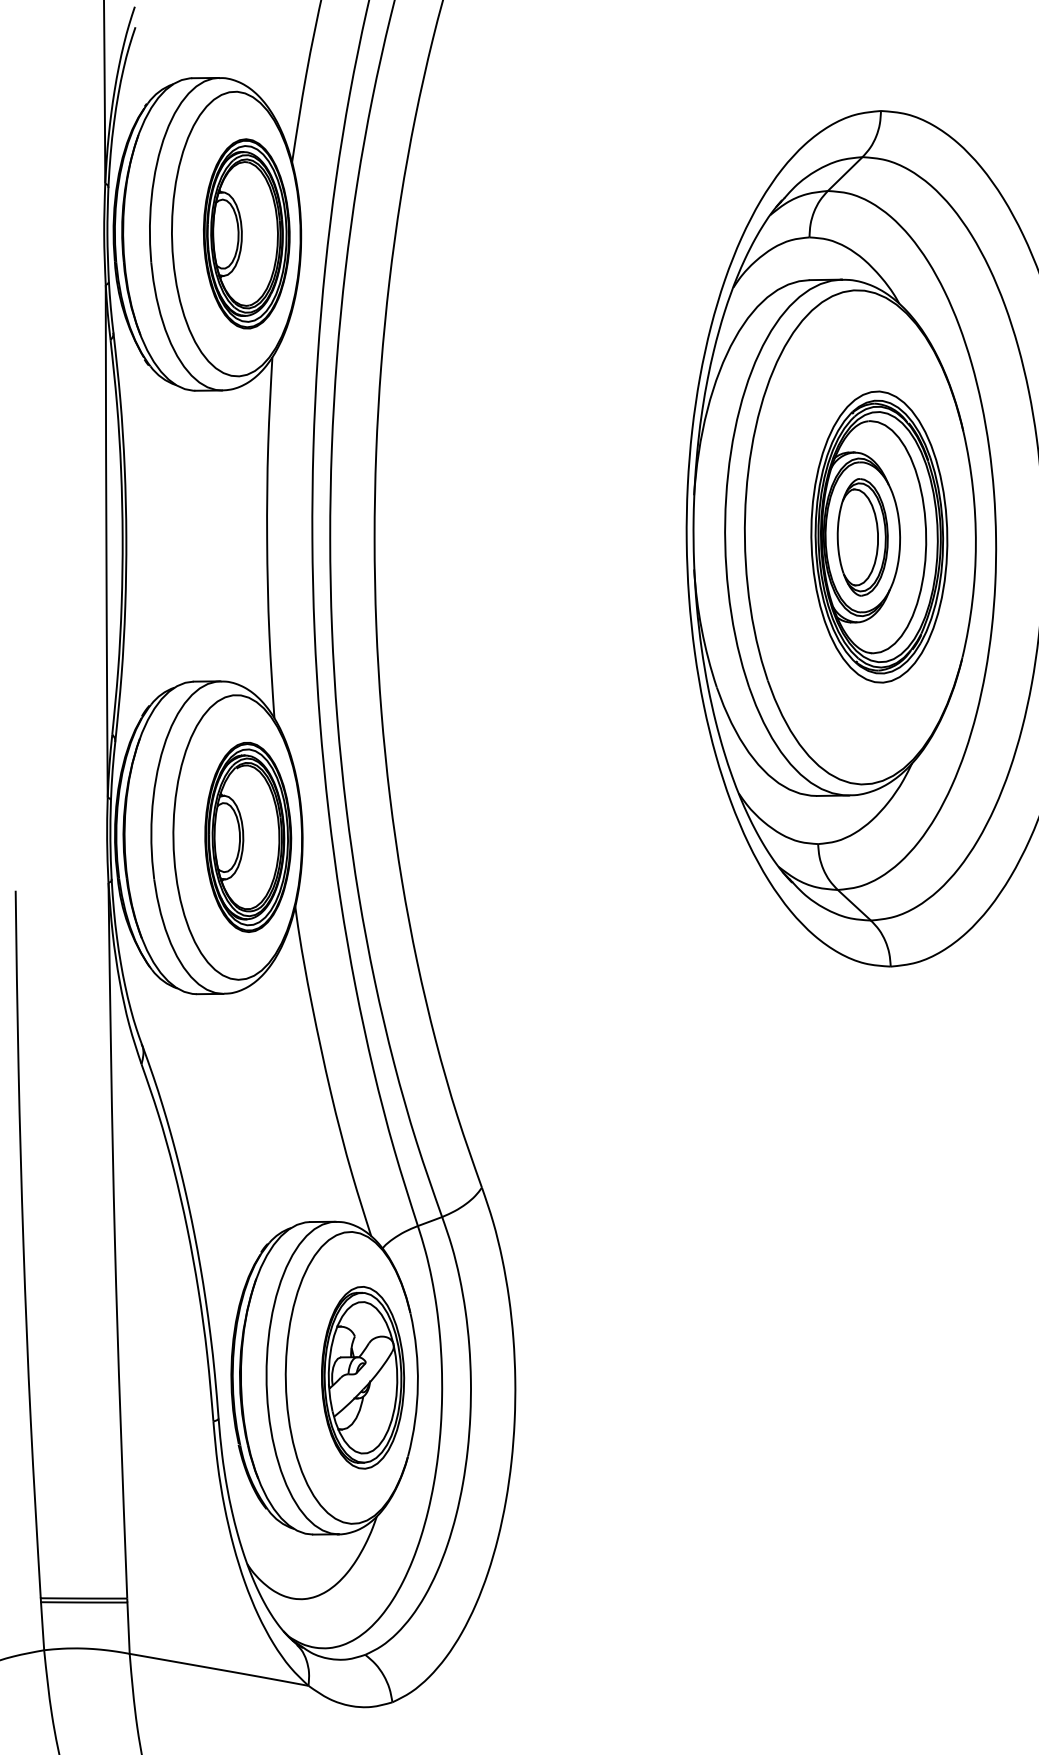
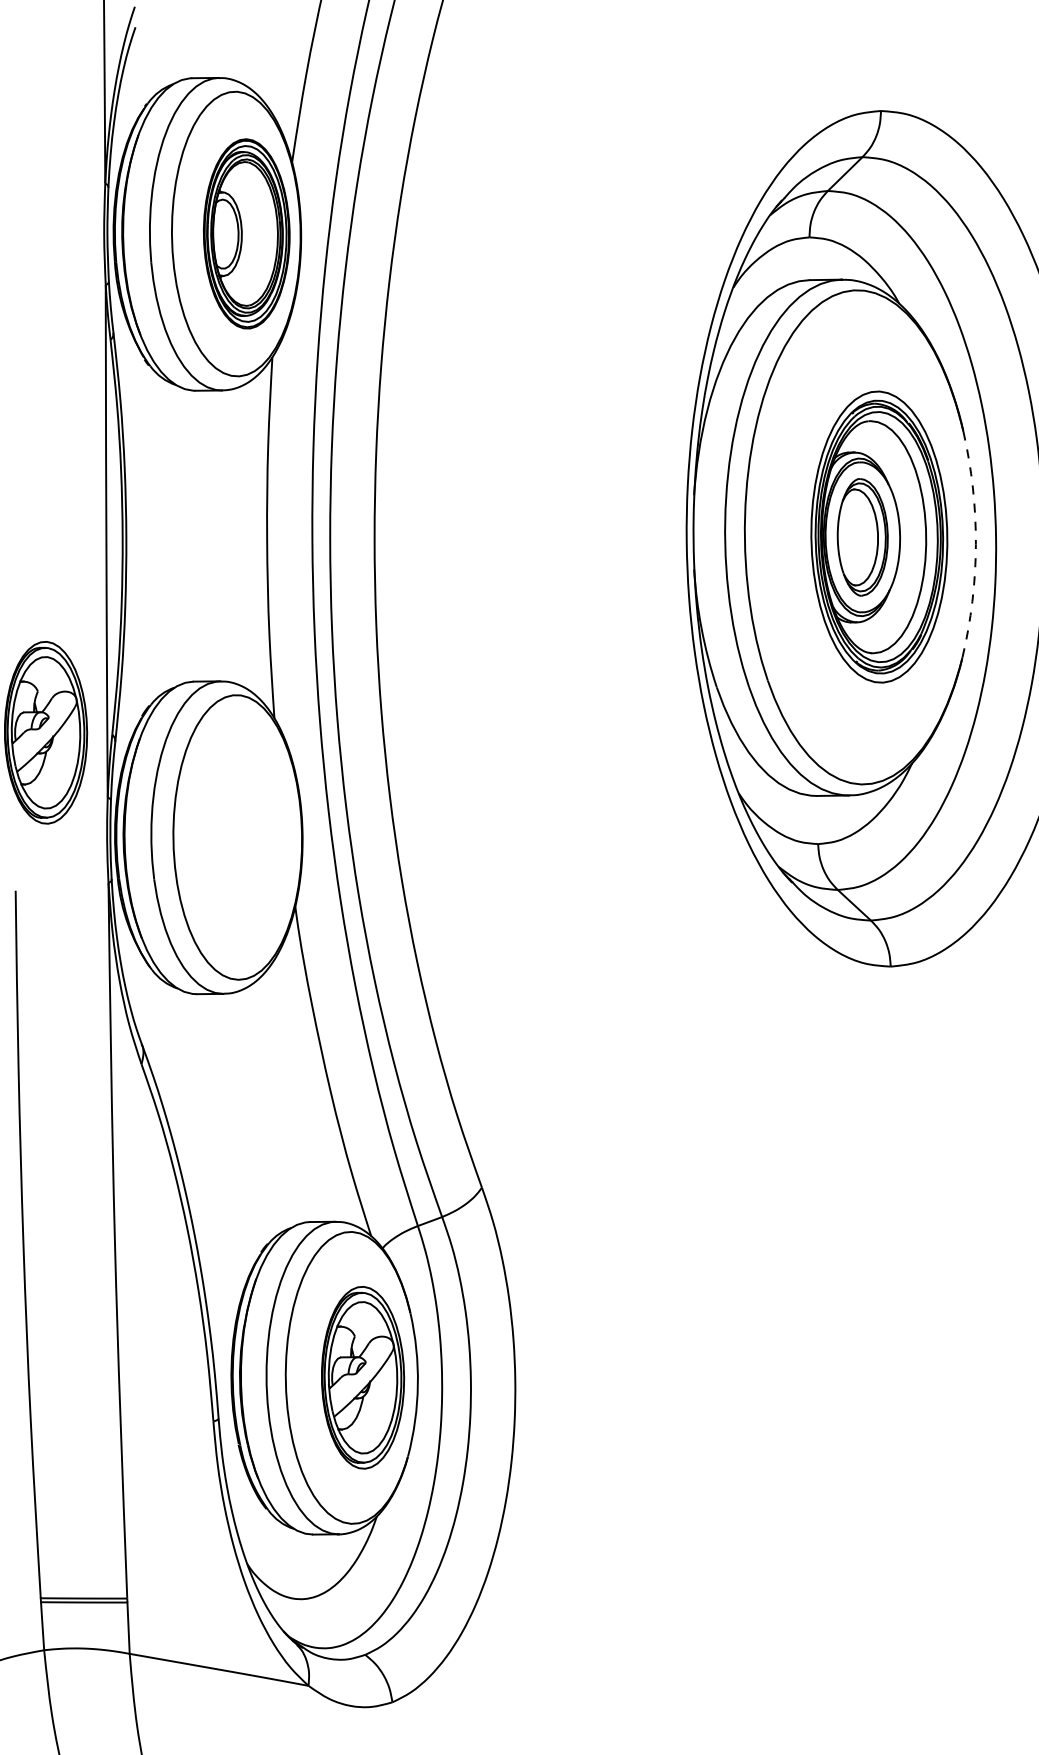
arc at (975, 544): solid -> dashed
part at (46, 732): none -> present
part at (248, 837): present -> none
